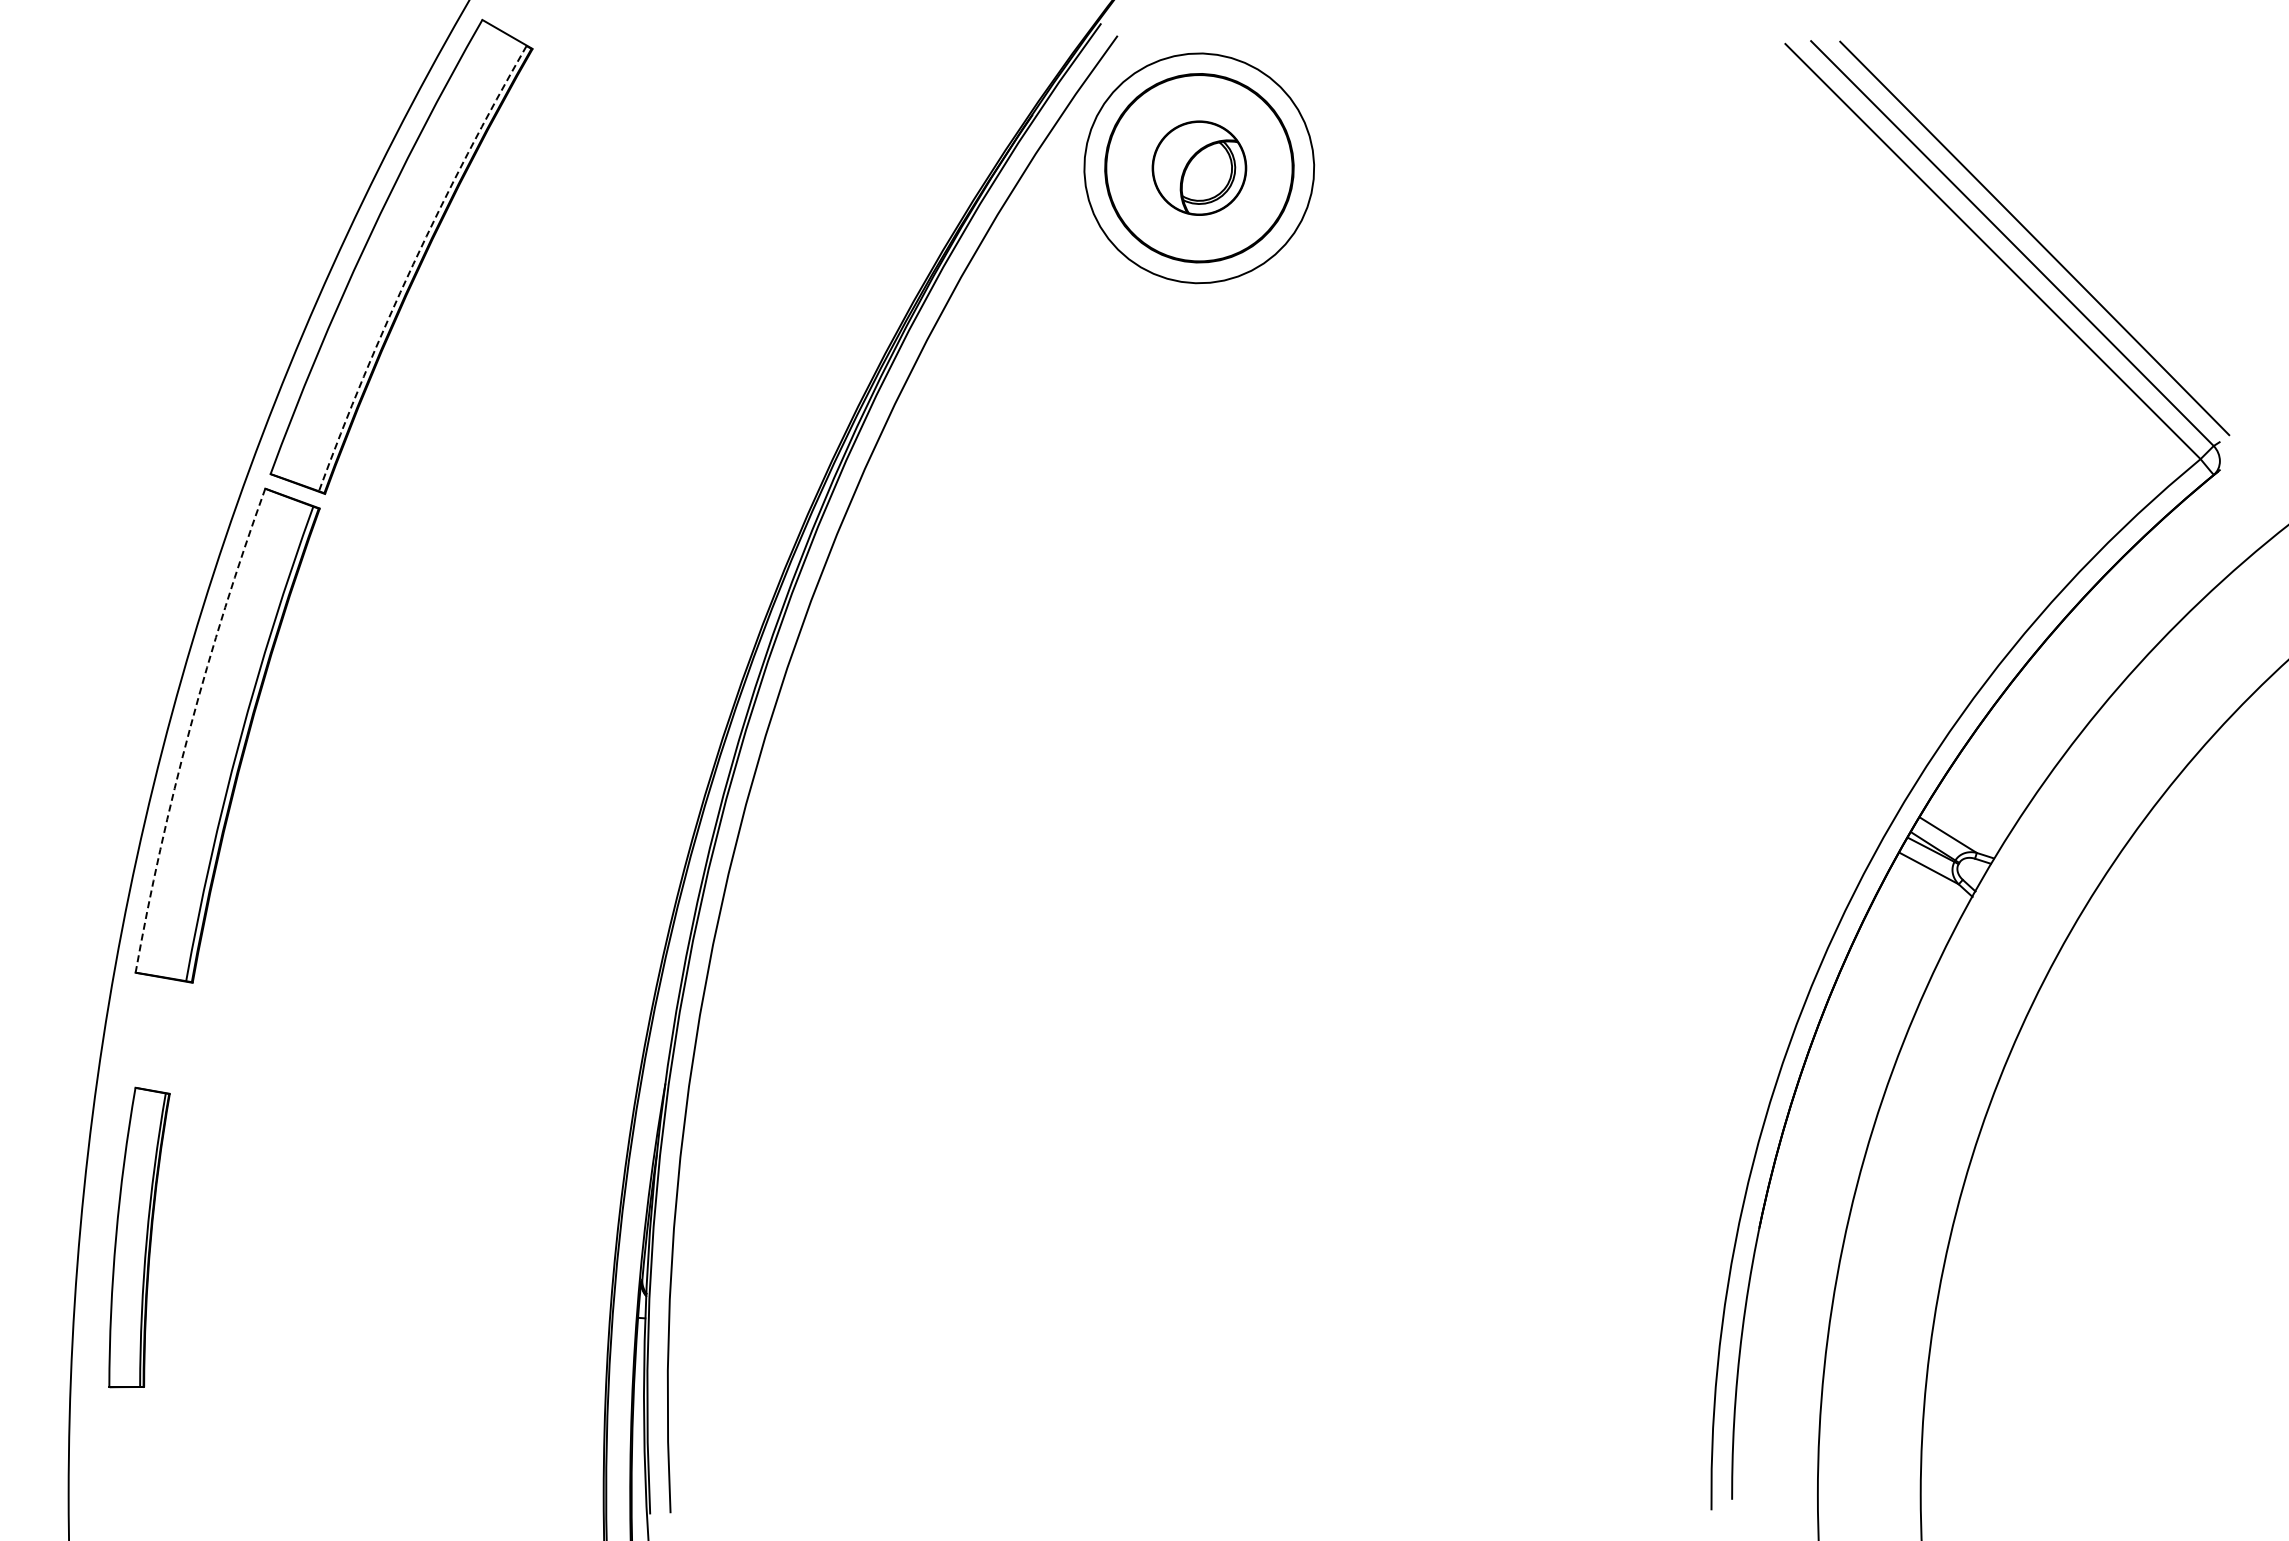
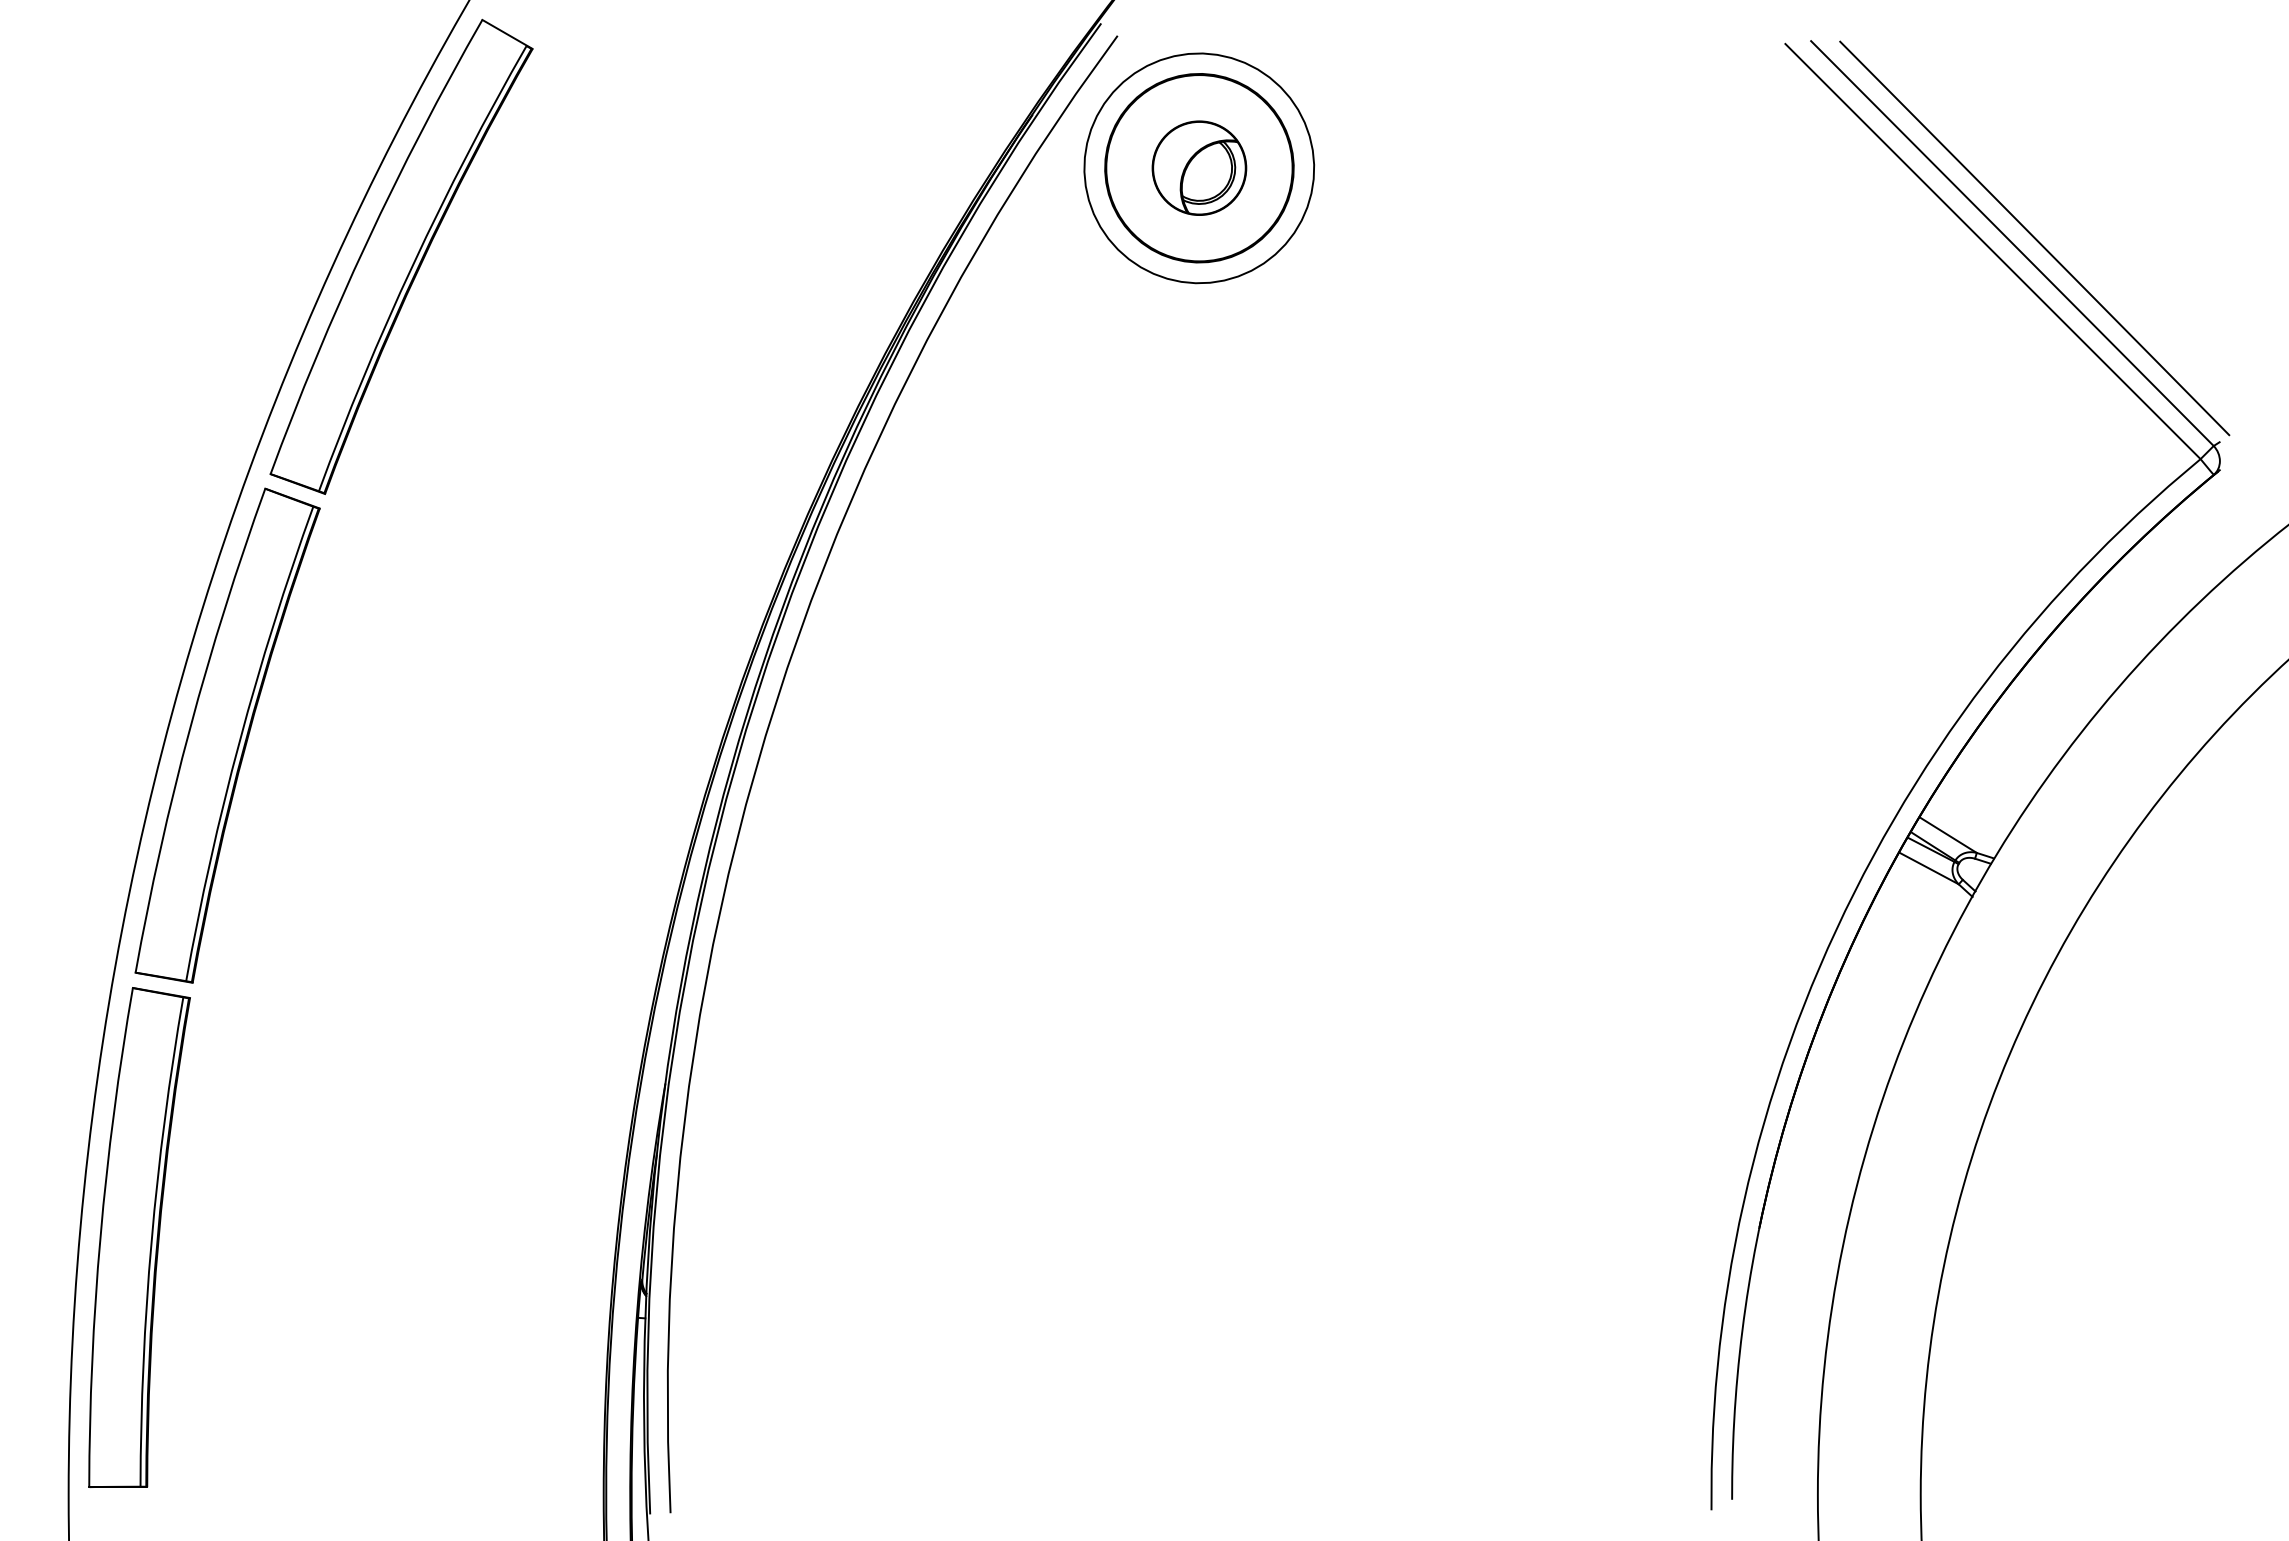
arc at (413, 264): dashed -> solid
arc at (190, 727): dashed -> solid
part at (139, 1237) size: 63x303 px -> 103x501 px
